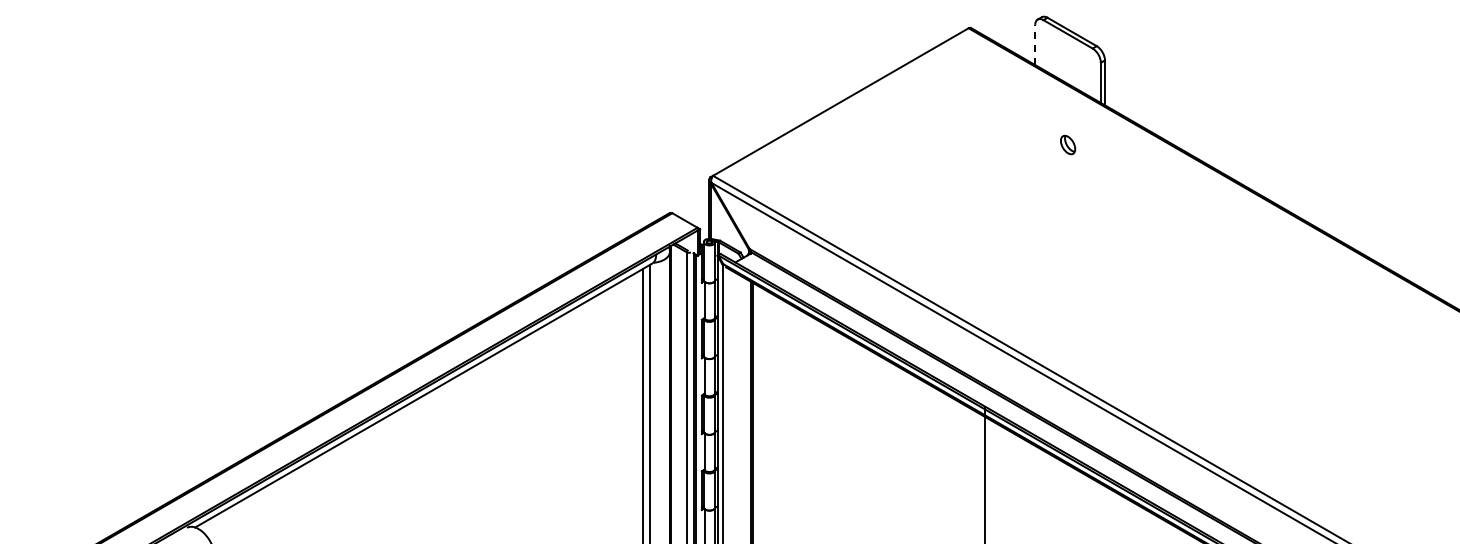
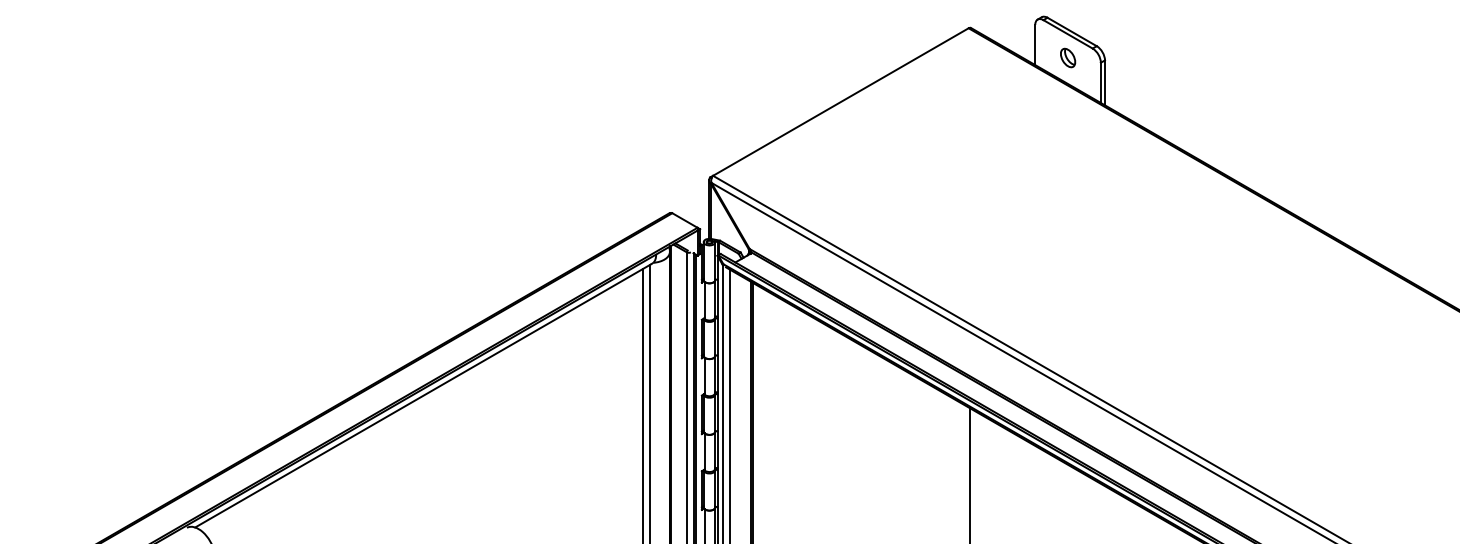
line at (1035, 44): dashed -> solid
part at (1068, 144) position: (1068, 144) -> (1068, 57)
line at (729, 404): none -> present
line at (984, 474) position: (984, 474) -> (969, 474)
